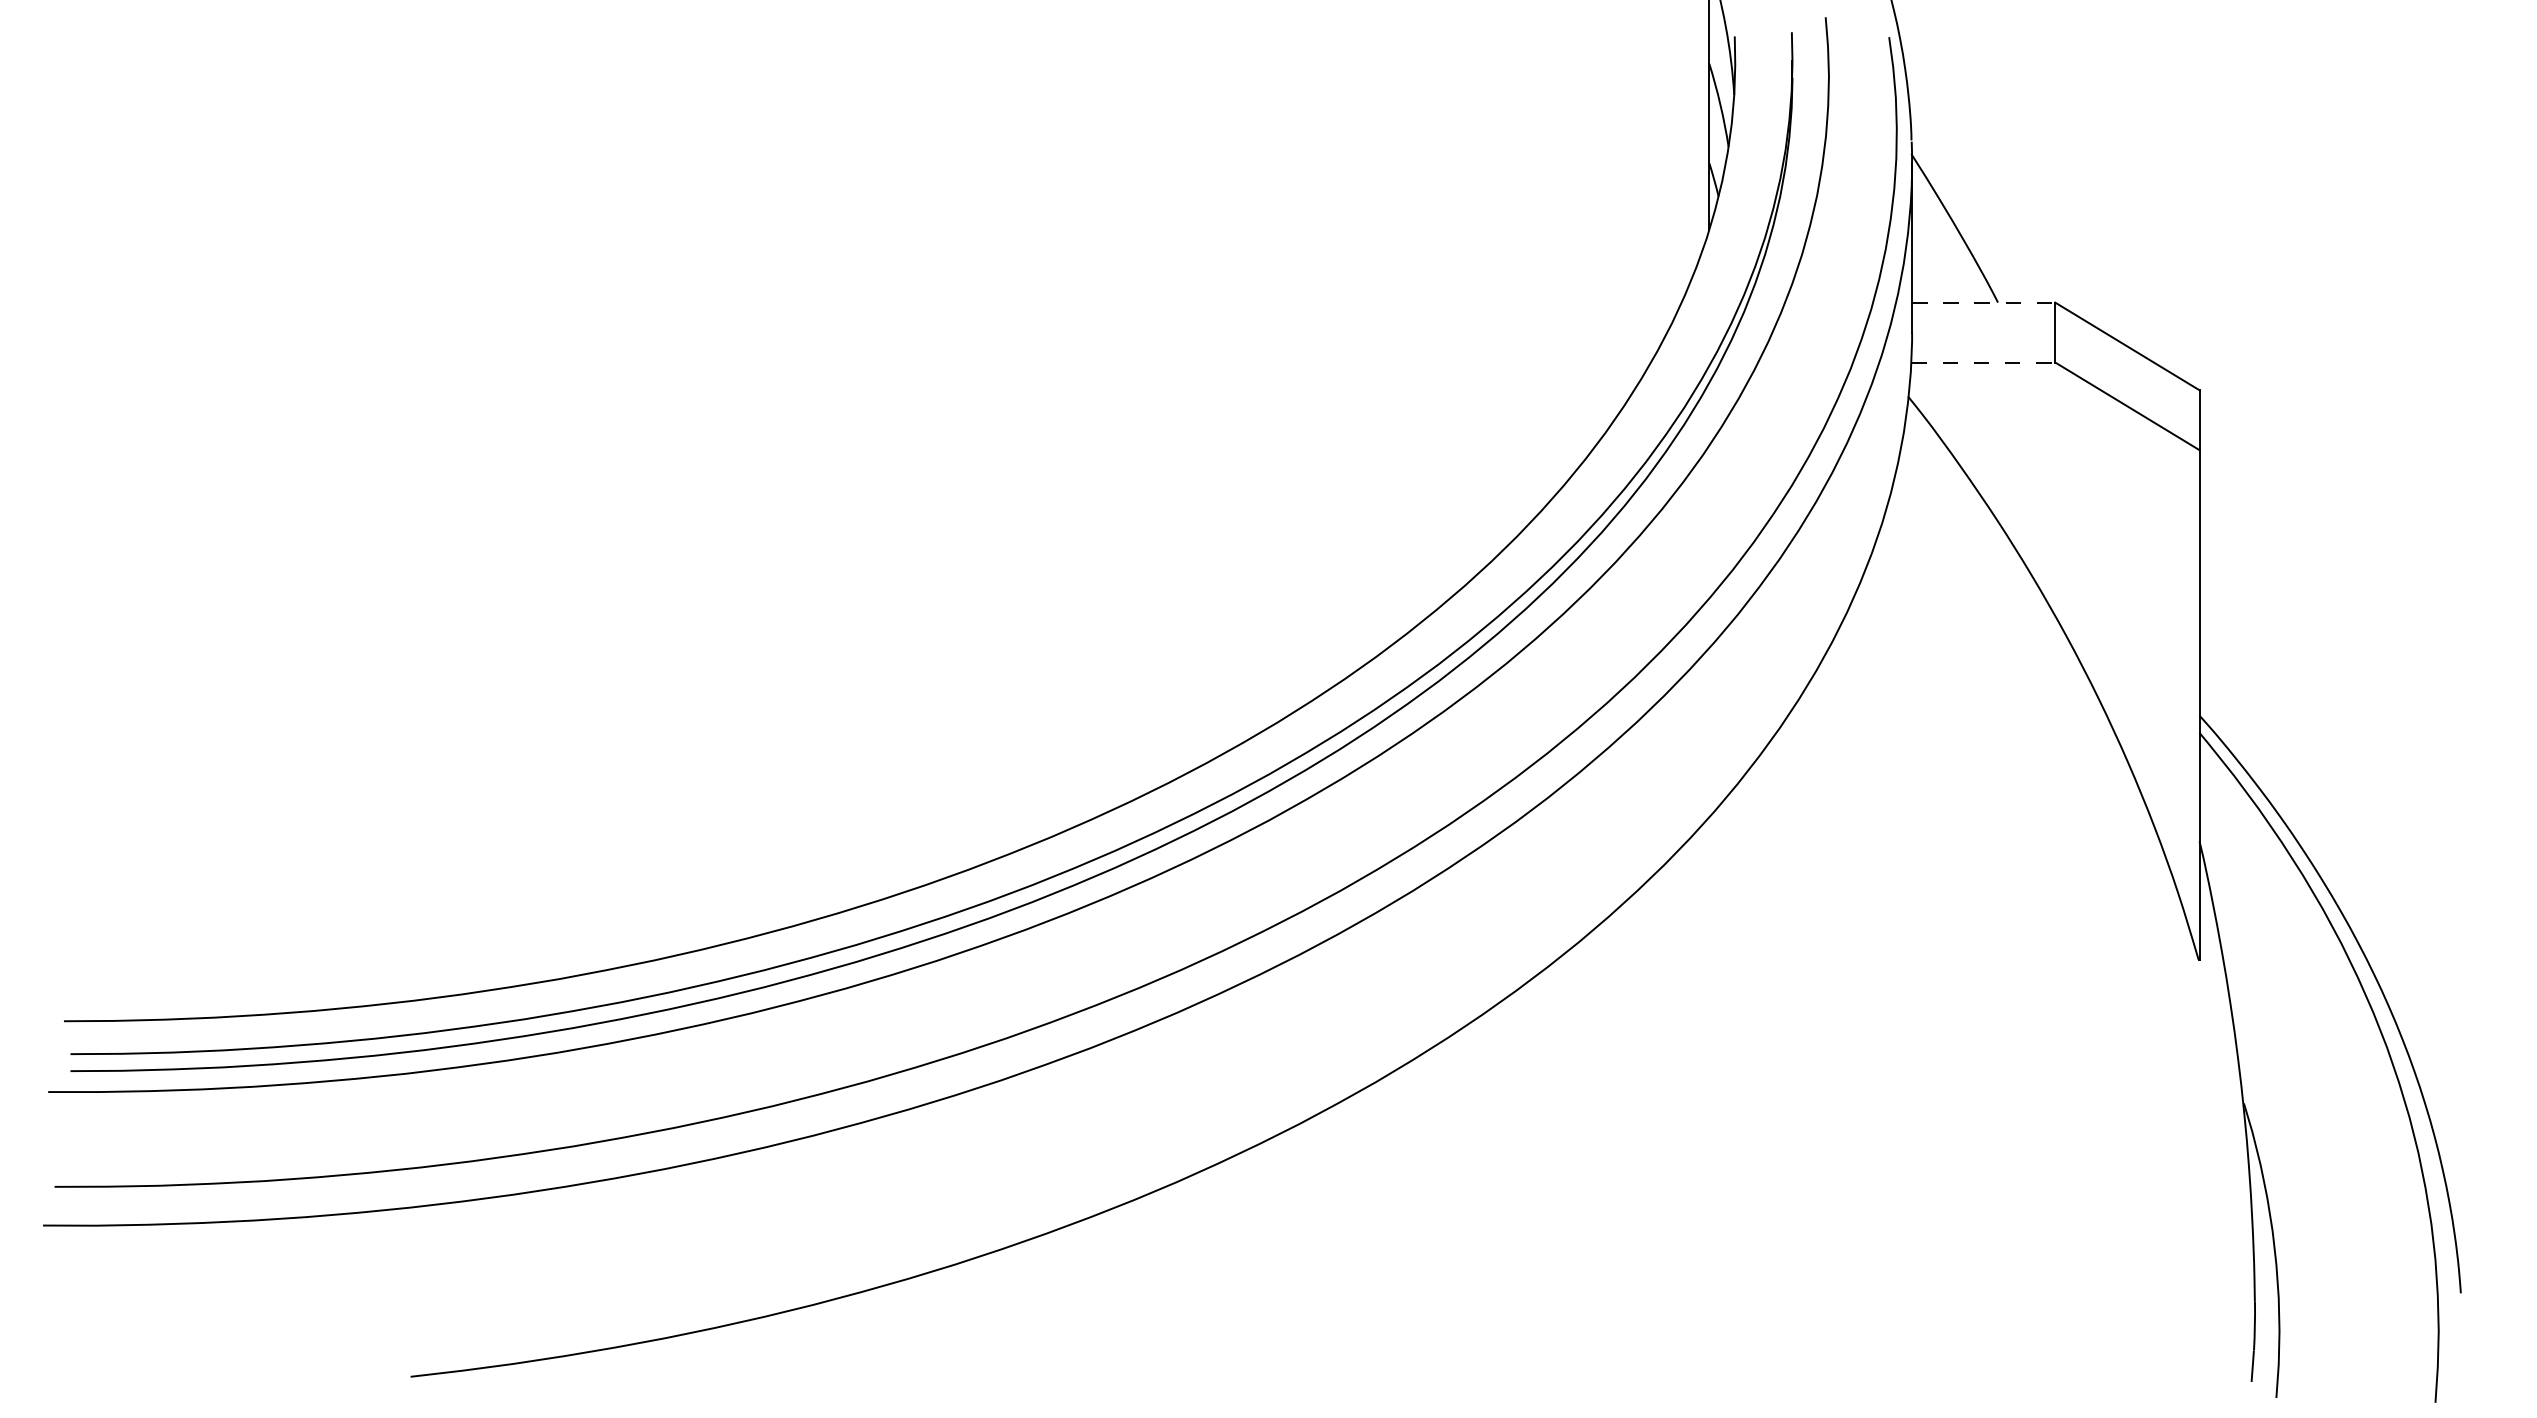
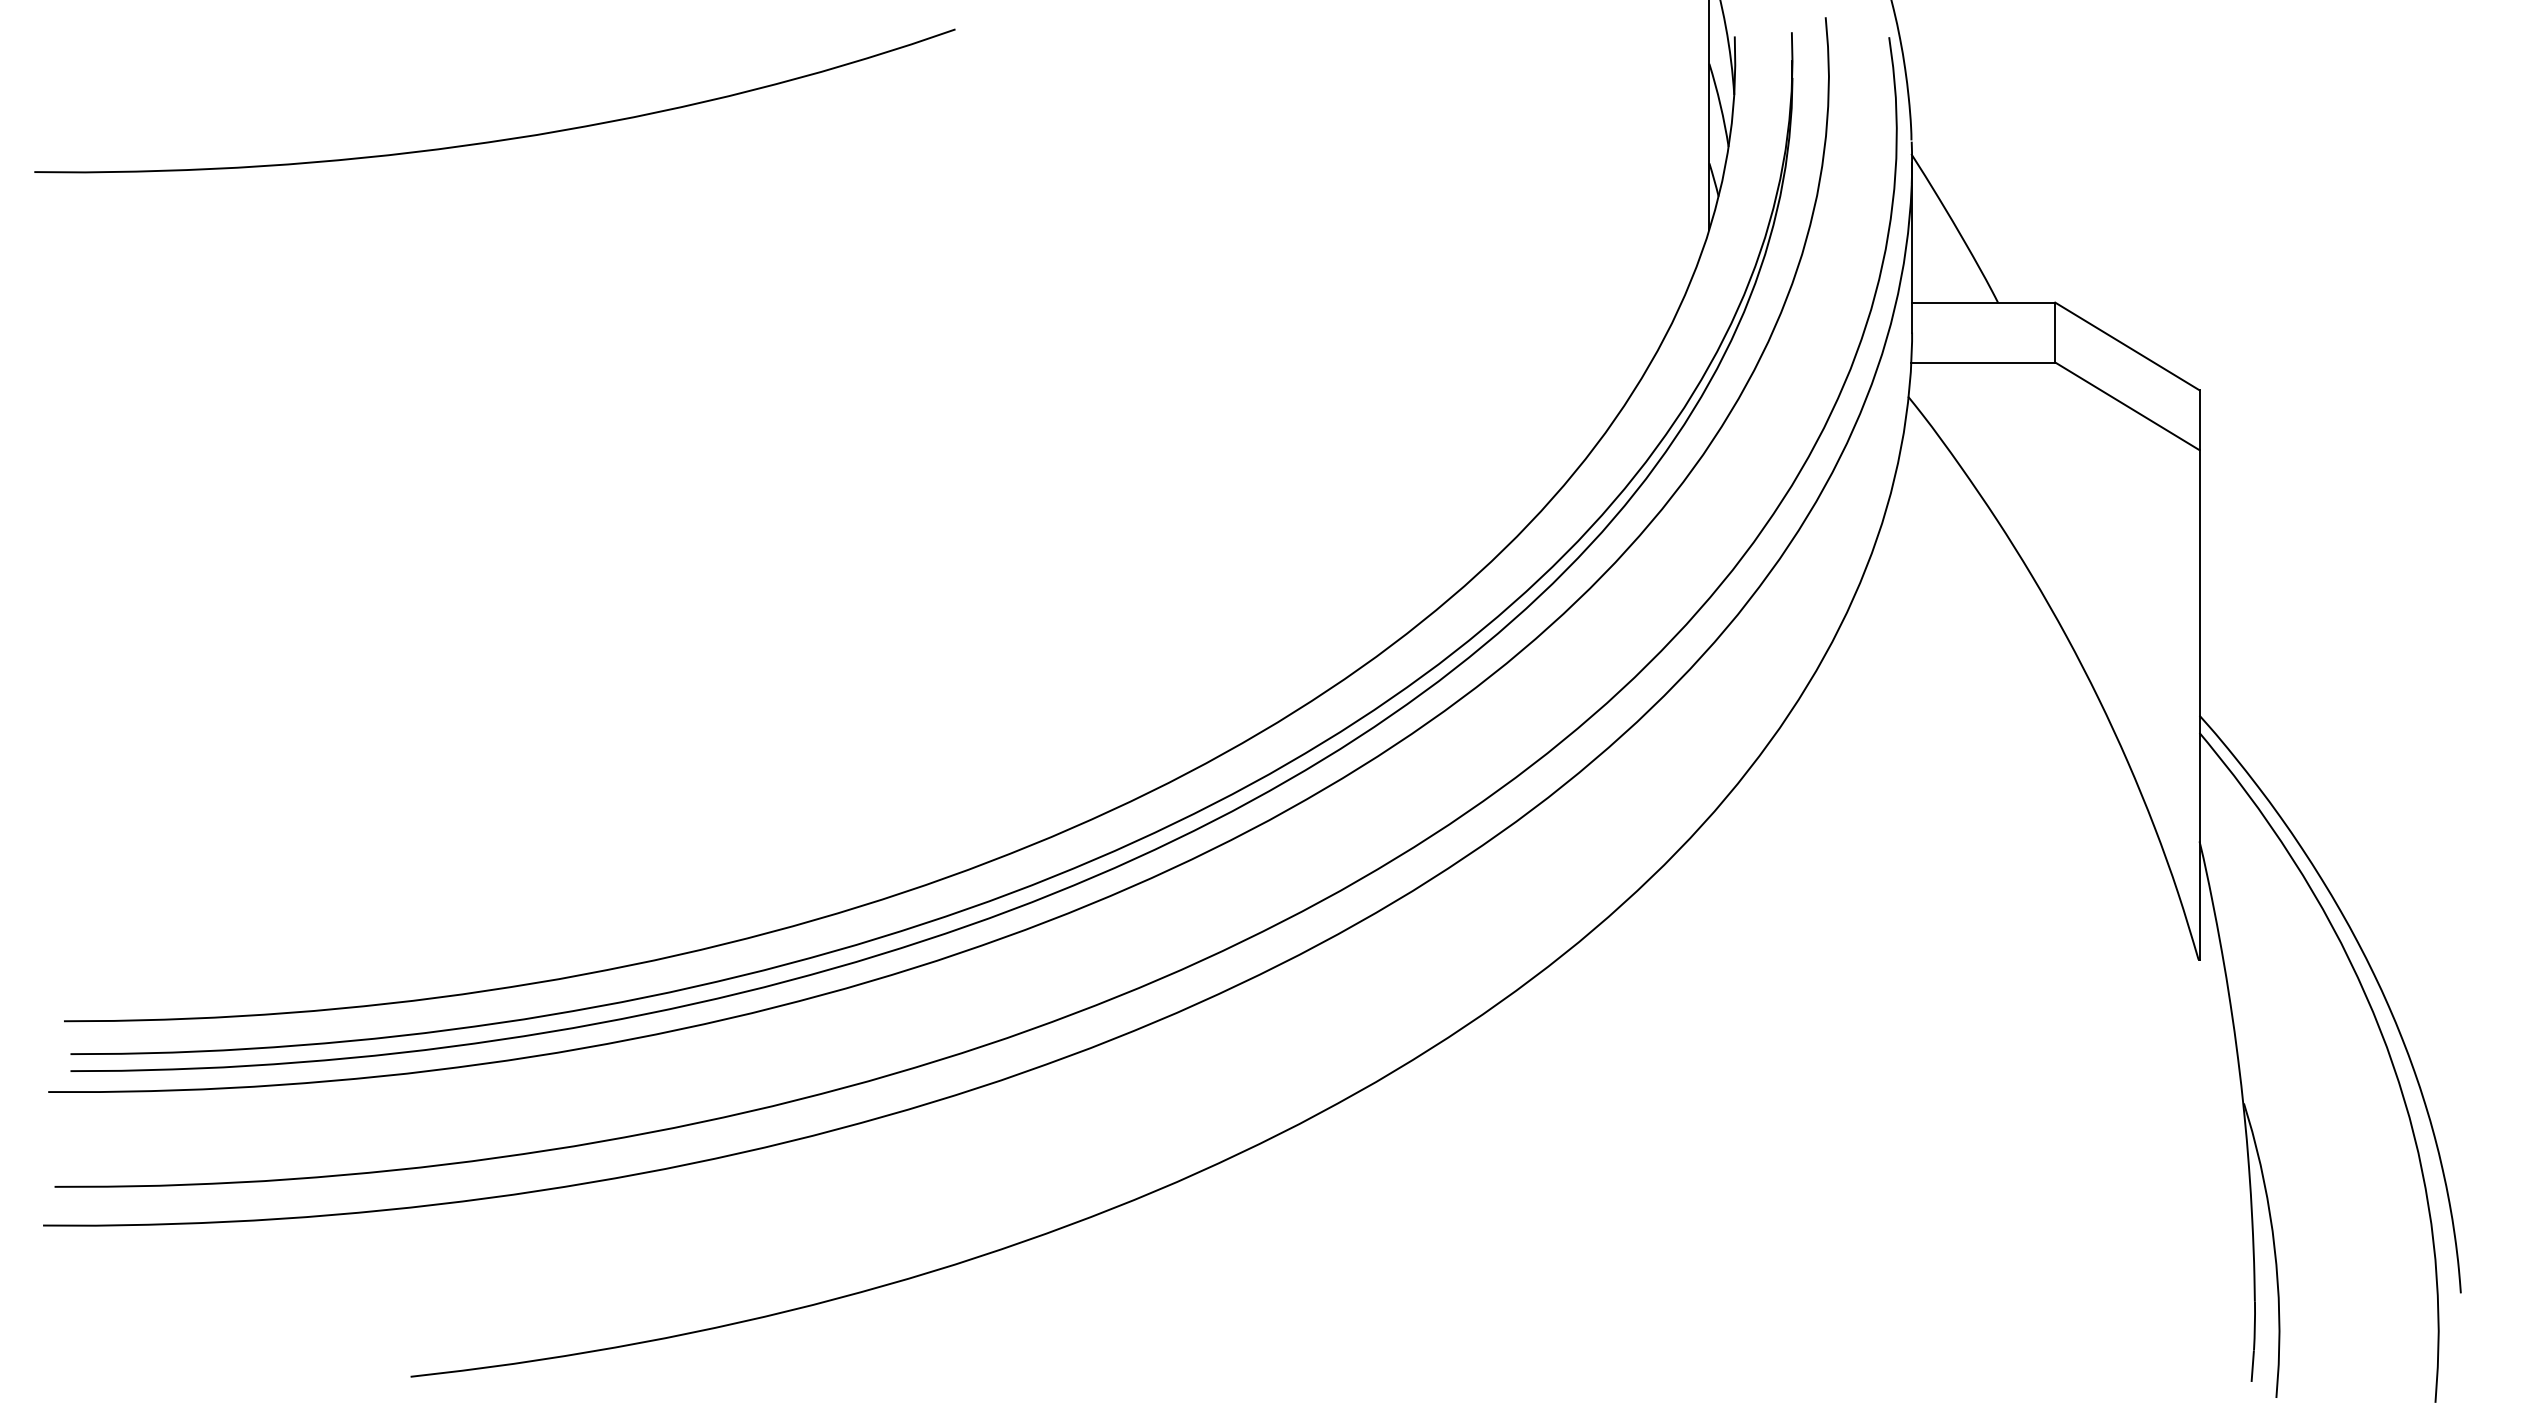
curve at (499, 139): none -> present
line at (1983, 302): dashed -> solid
line at (1983, 362): dashed -> solid
